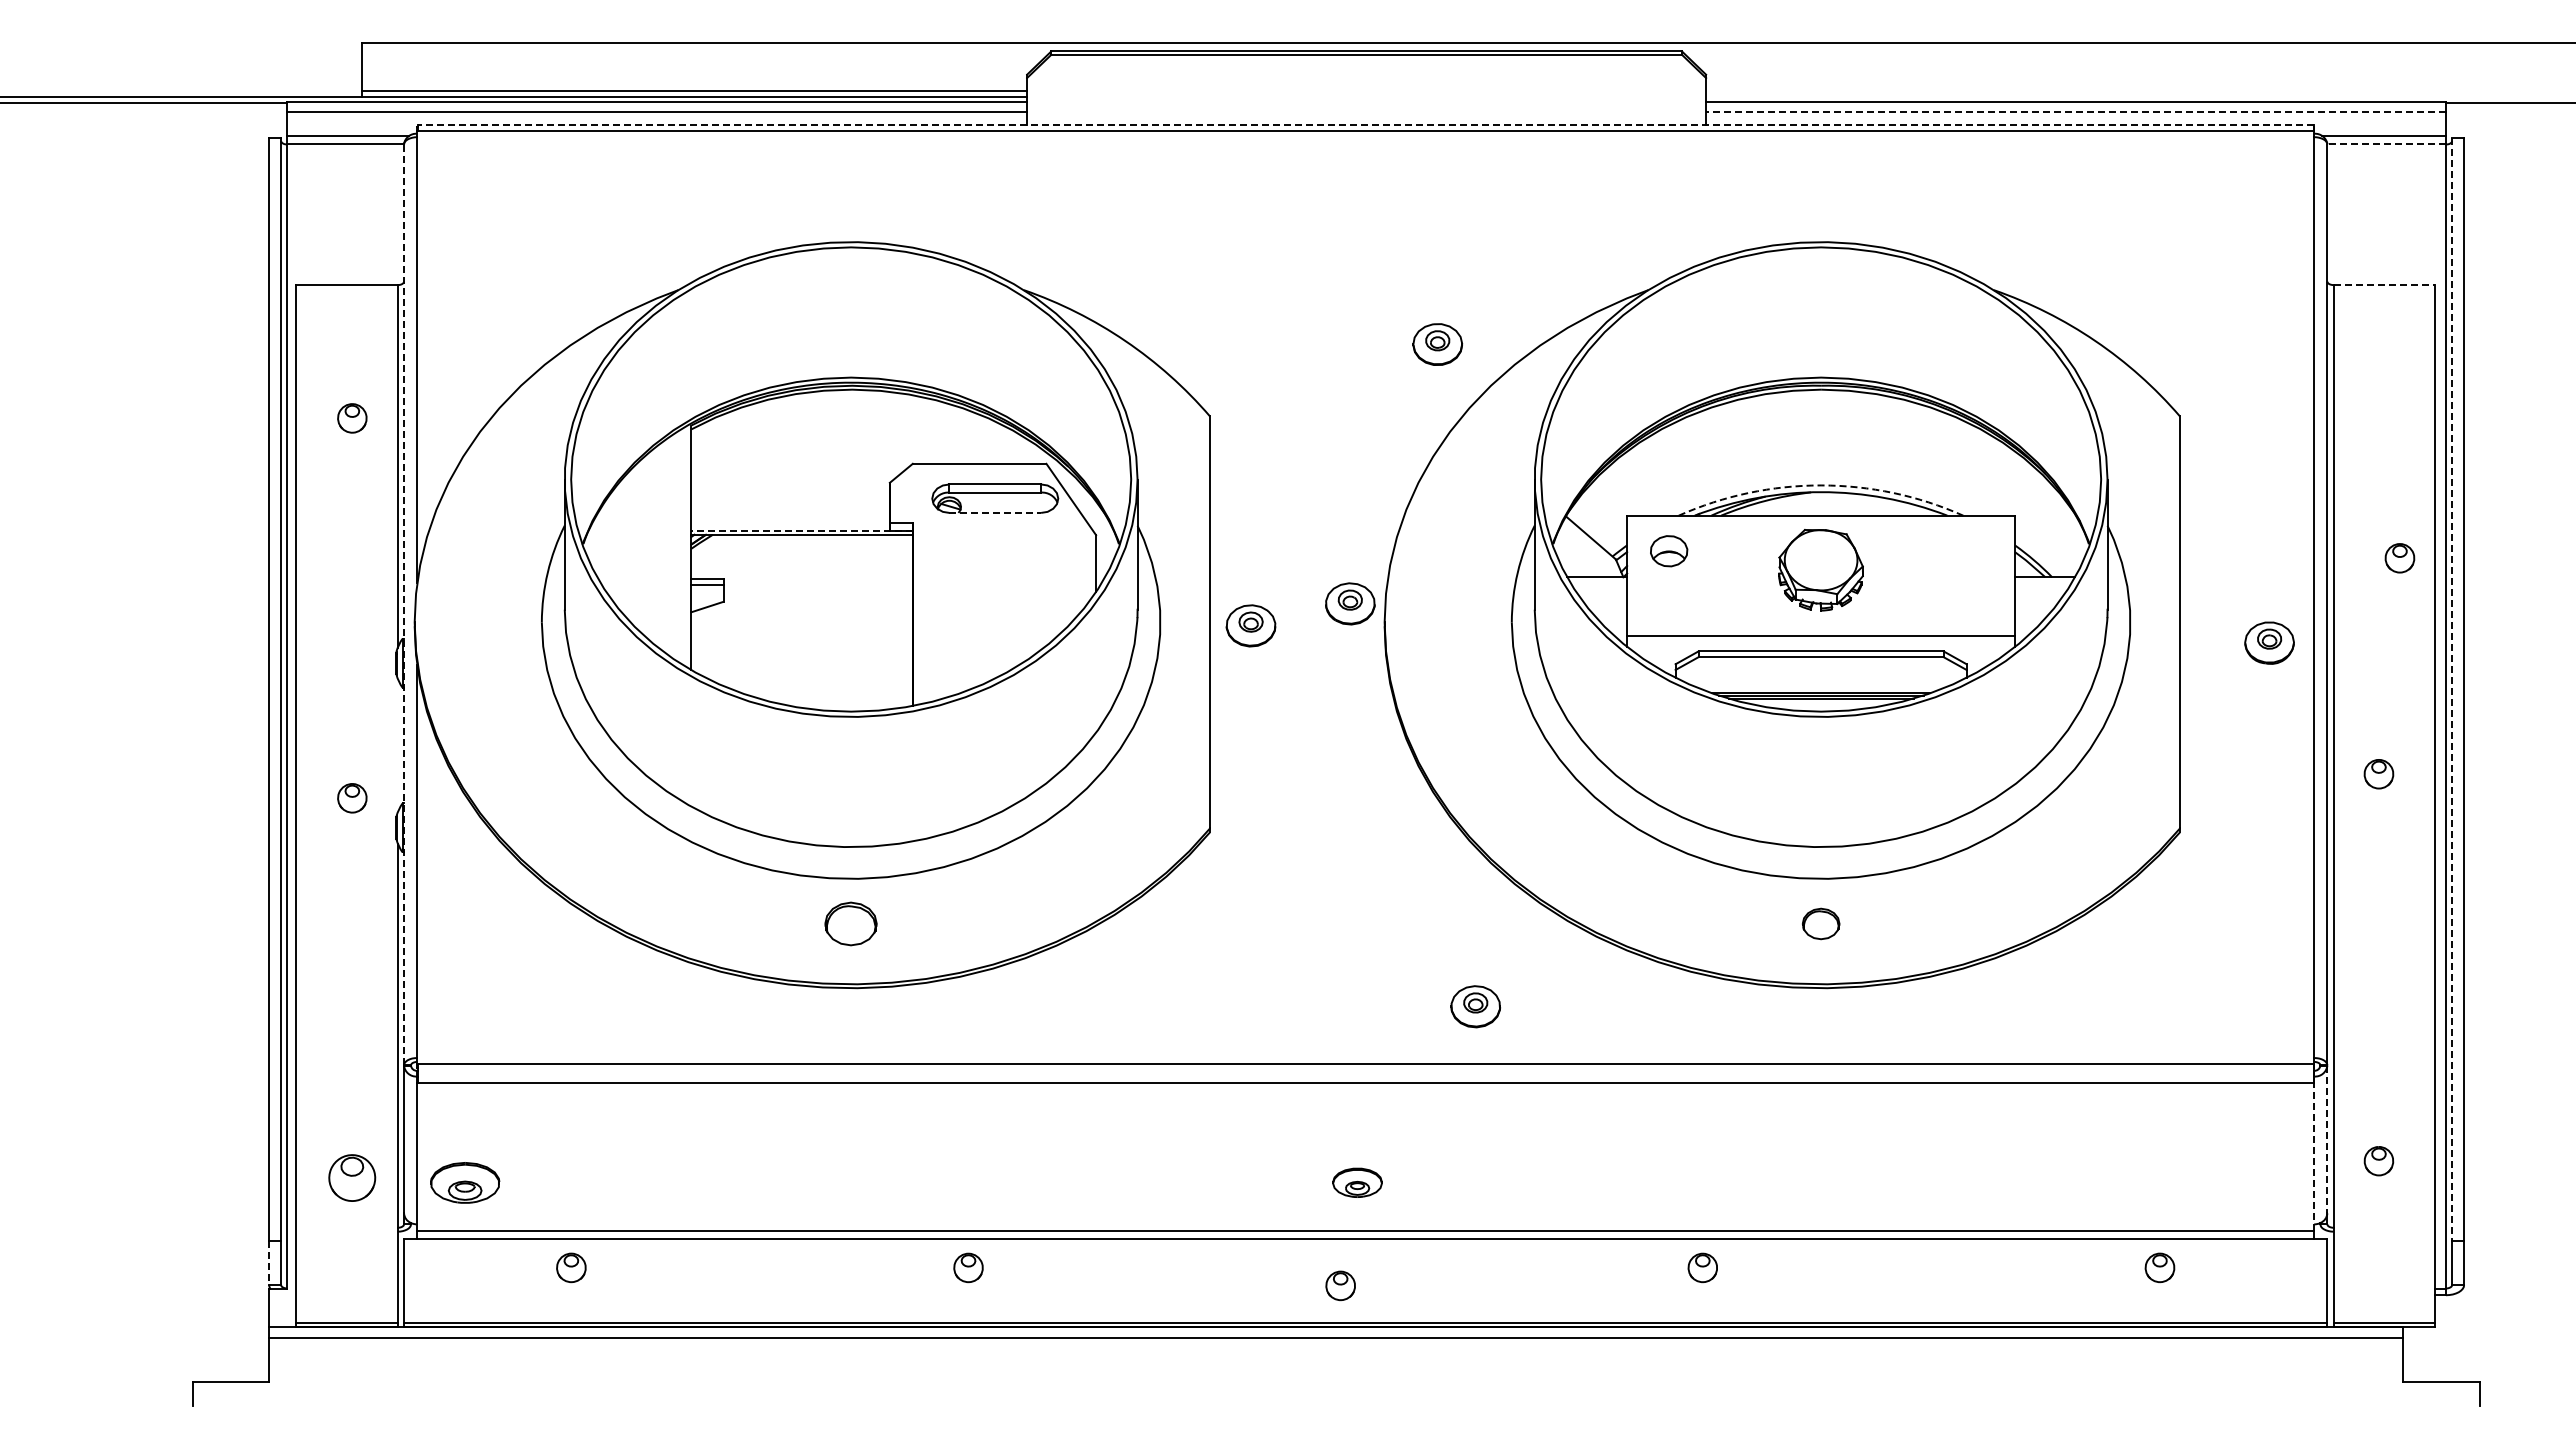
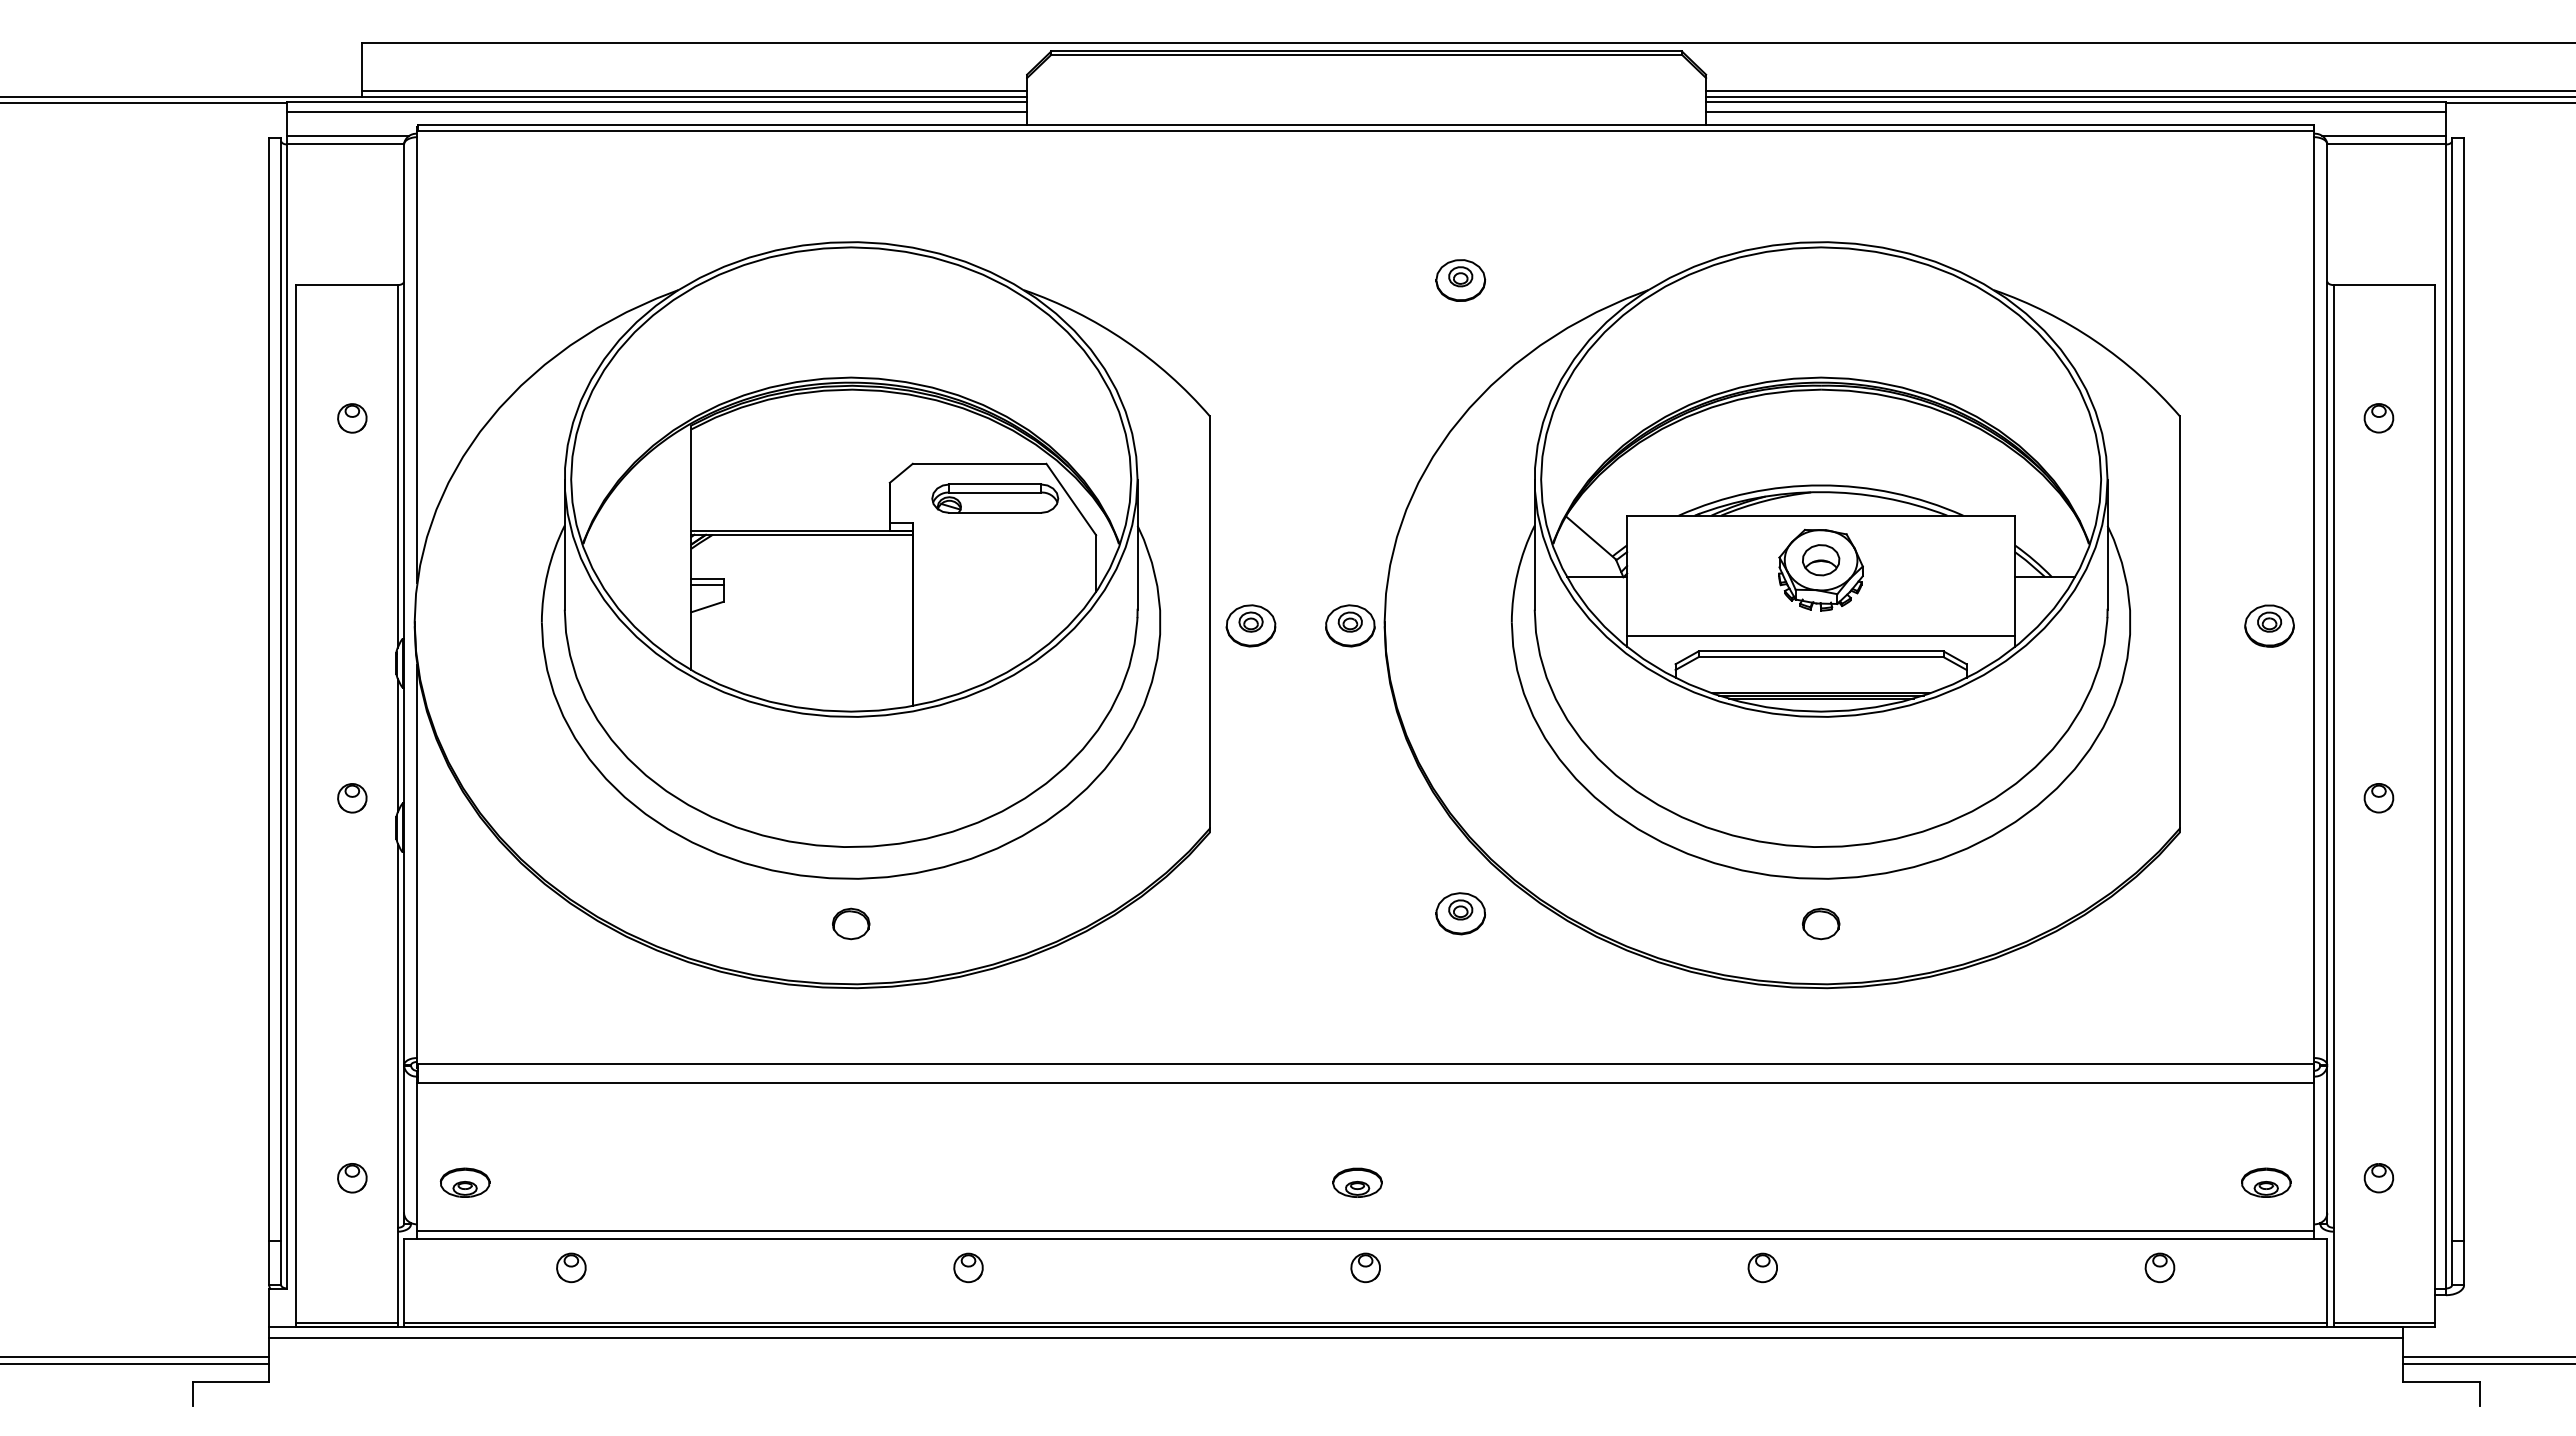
line at (2139, 91): none -> present
line at (2139, 96): none -> present
line at (2076, 111): dashed -> solid
line at (1365, 124): dashed -> solid
line at (2386, 144): dashed -> solid
line at (2384, 285): dashed -> solid
part at (1437, 344) position: (1437, 344) -> (1460, 280)
arc at (1821, 485): dashed -> solid
line at (995, 512): dashed -> solid
line at (802, 530): dashed -> solid
part at (1669, 551) position: (1669, 551) -> (1821, 560)
part at (2399, 558) position: (2399, 558) -> (2378, 418)
part at (1350, 603) position: (1350, 603) -> (1350, 625)
line at (404, 604): dashed -> solid
part at (2269, 642) position: (2269, 642) -> (2269, 625)
line at (2452, 689): dashed -> solid
line at (397, 745): none -> present
part at (2378, 774) position: (2378, 774) -> (2378, 798)
part at (850, 923) size: 54x46 px -> 39x34 px
part at (1475, 1006) position: (1475, 1006) -> (1460, 913)
line at (2327, 1139): dashed -> solid
line at (2314, 1156): dashed -> solid
part at (2378, 1161) position: (2378, 1161) -> (2378, 1178)
part at (352, 1177) size: 49x48 px -> 31x31 px
part at (465, 1182) size: 71x42 px -> 52x31 px
part at (2266, 1182): none -> present
line at (269, 1263): dashed -> solid
part at (1702, 1267) position: (1702, 1267) -> (1762, 1267)
part at (1340, 1285) position: (1340, 1285) -> (1365, 1267)
line at (135, 1356): none -> present
line at (2487, 1356): none -> present
line at (135, 1364): none -> present
line at (2487, 1364): none -> present
